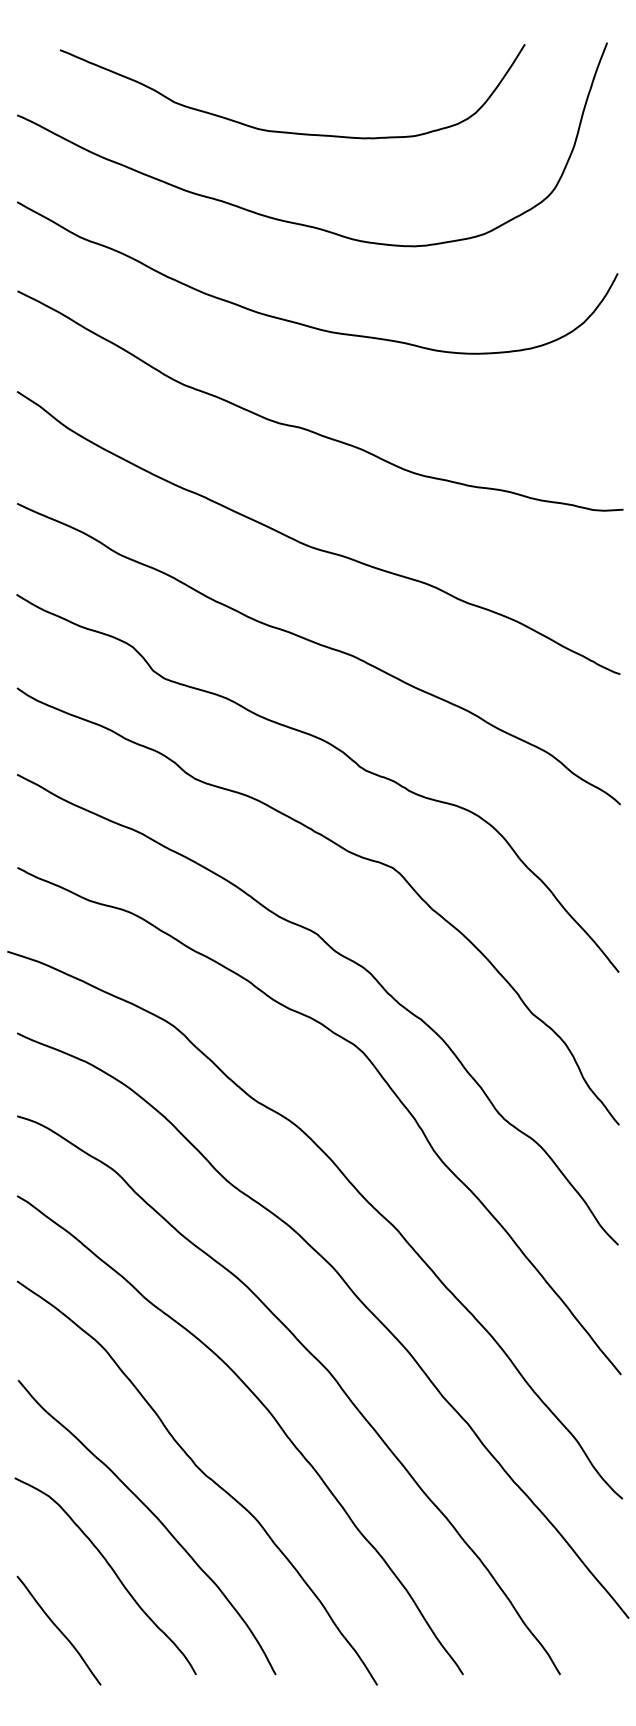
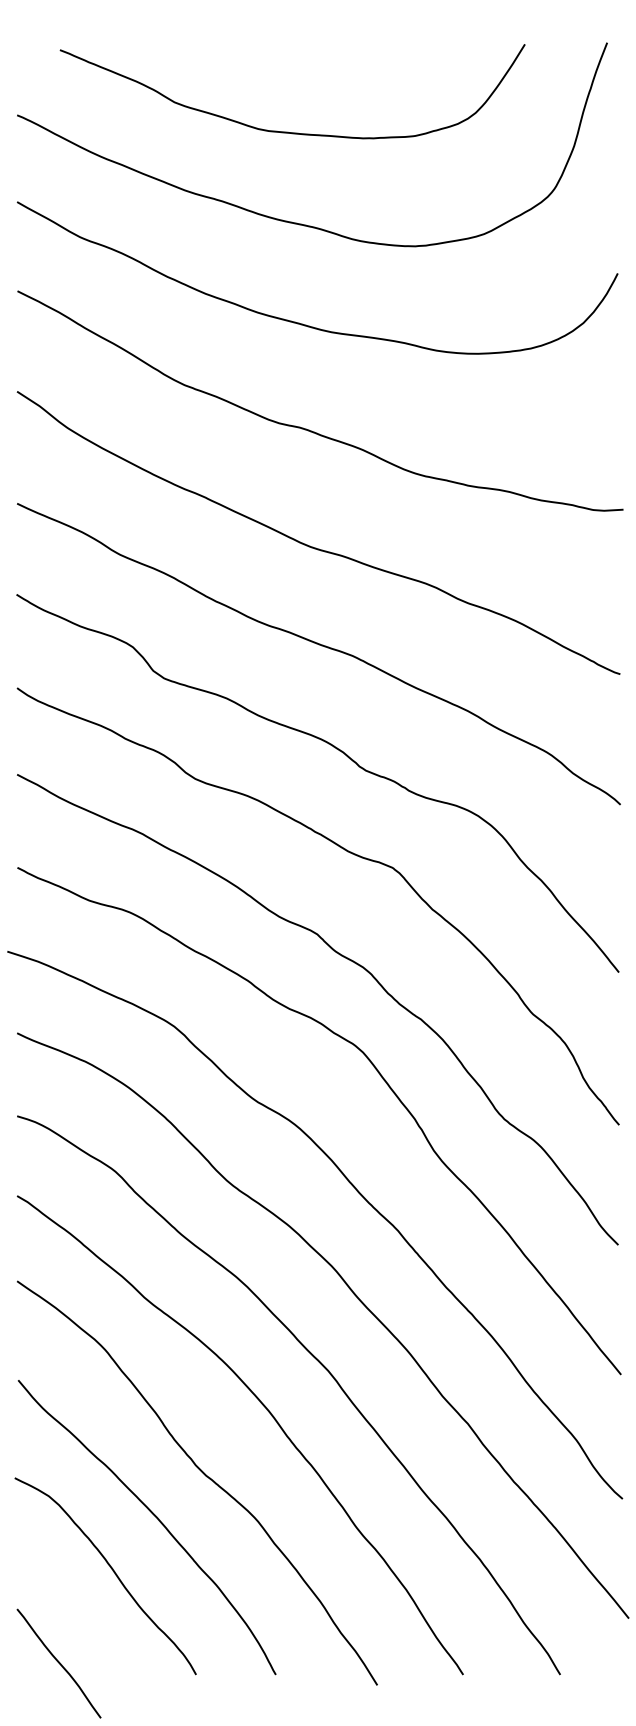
curve at (58, 1630) position: (58, 1630) -> (58, 1663)
